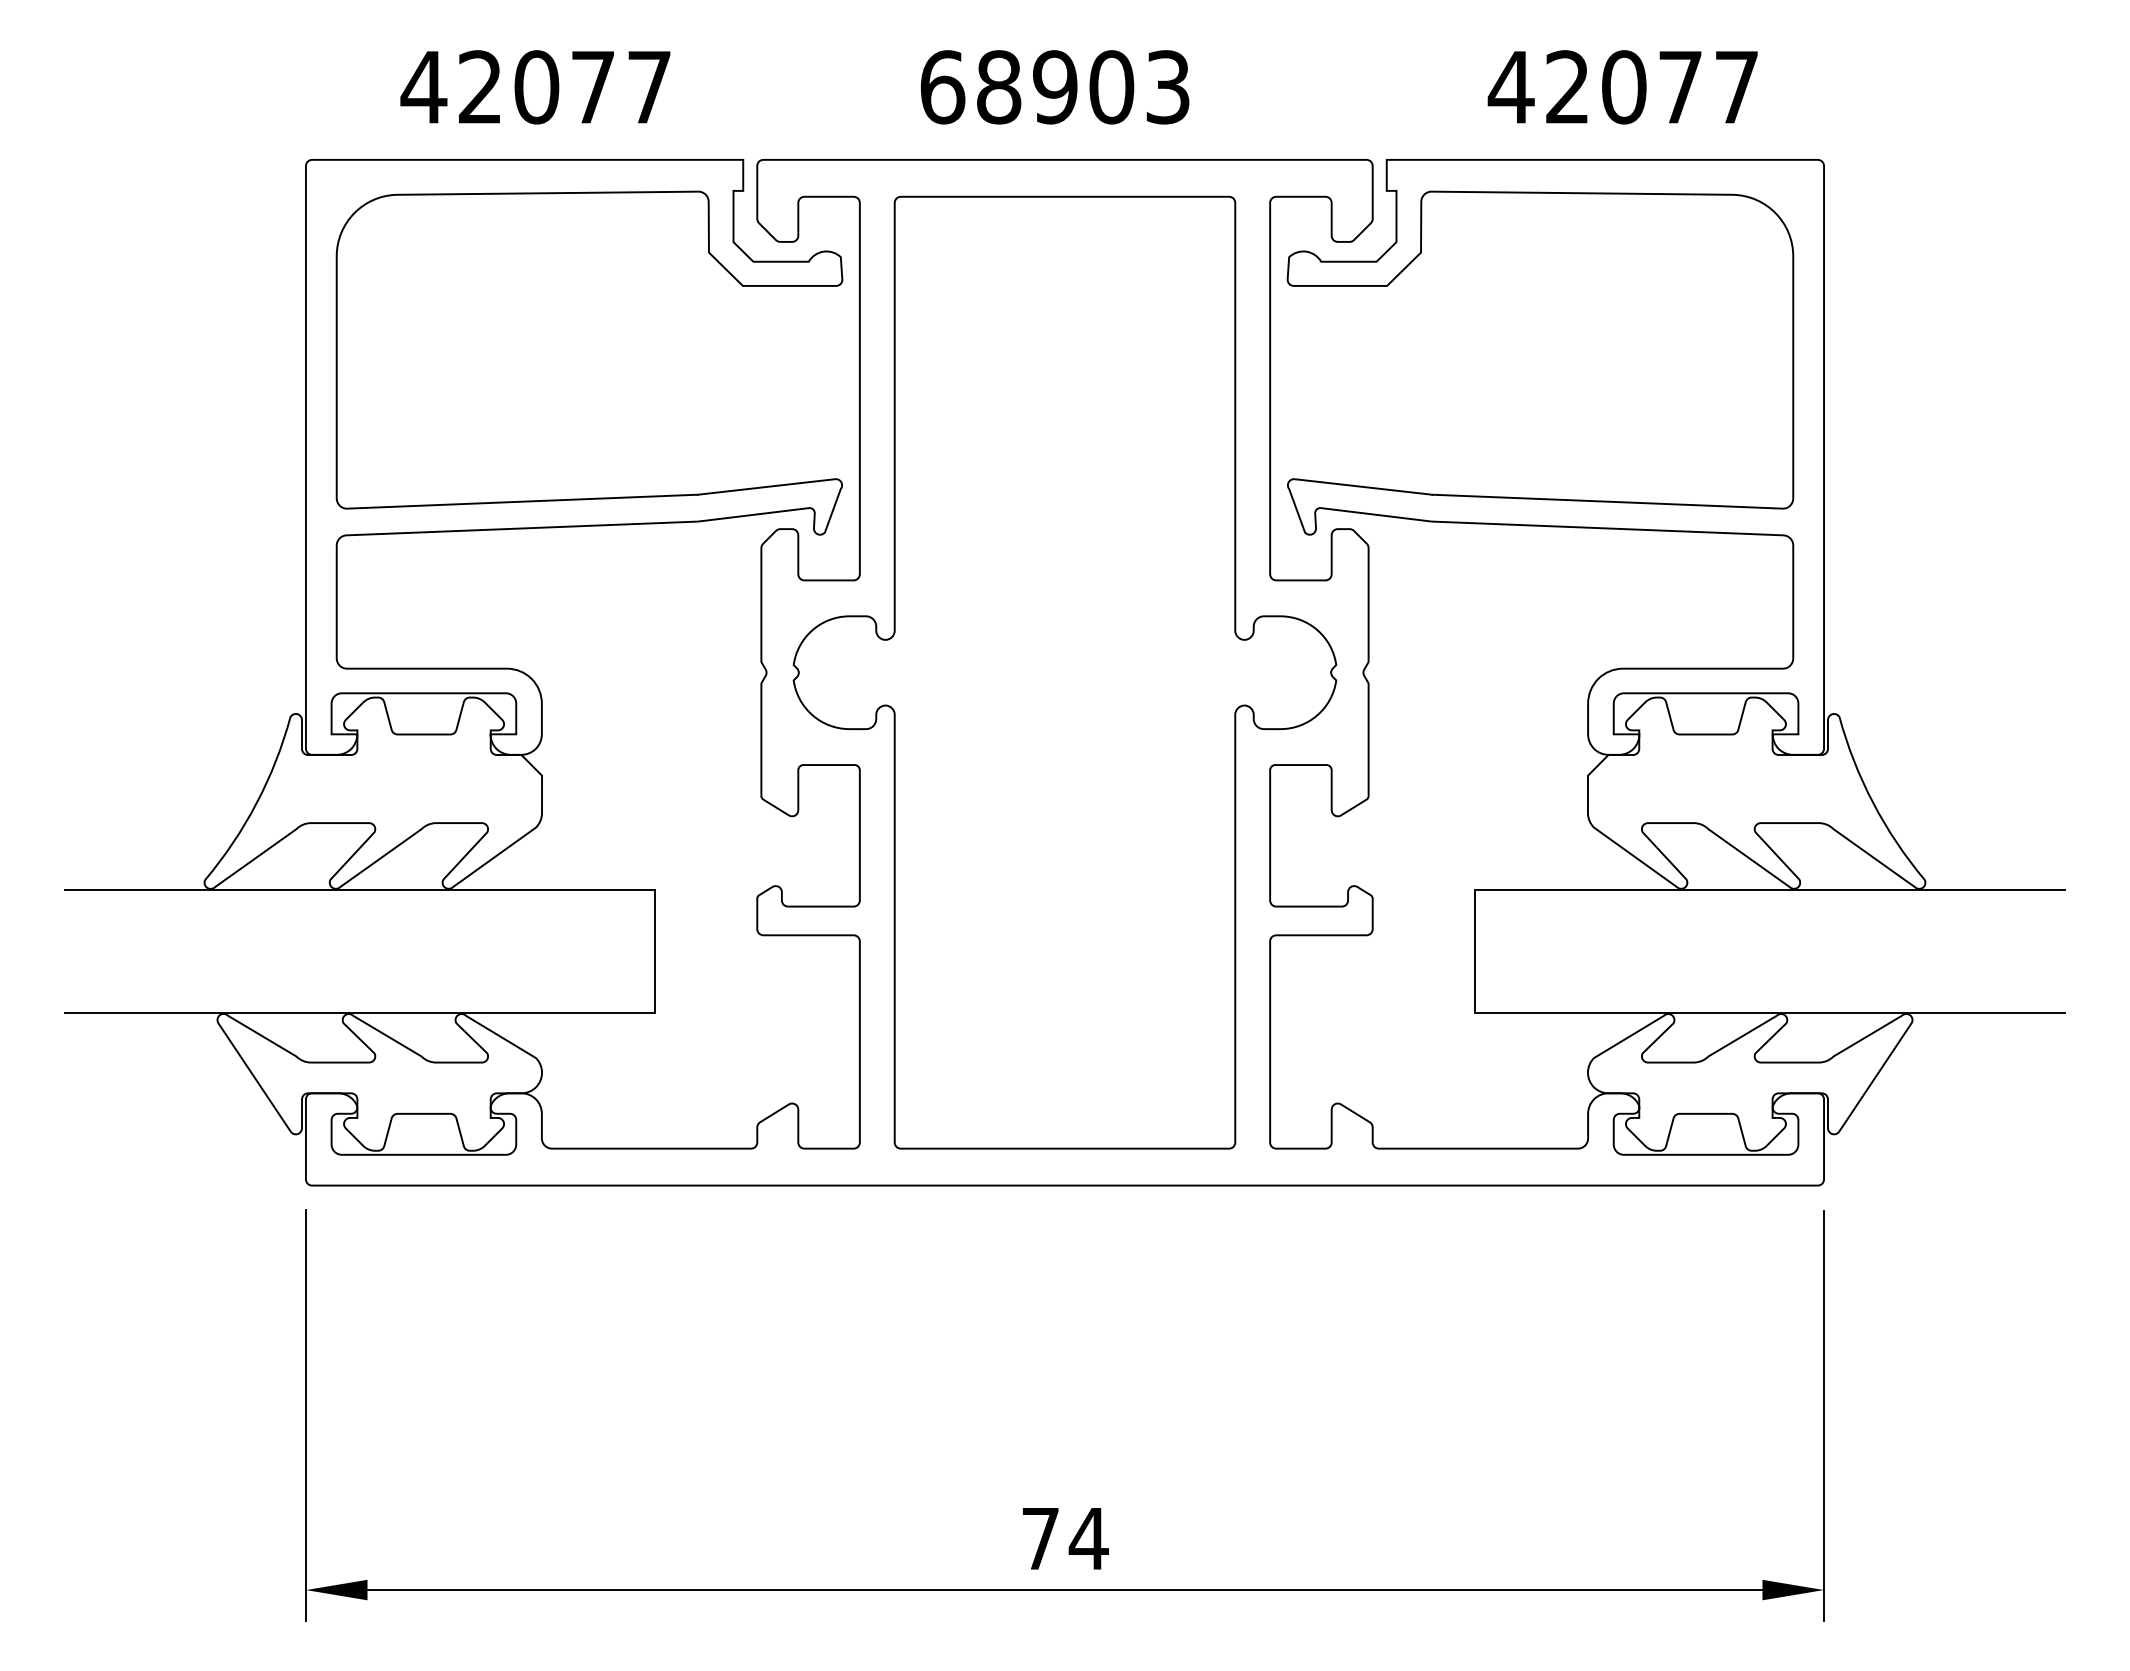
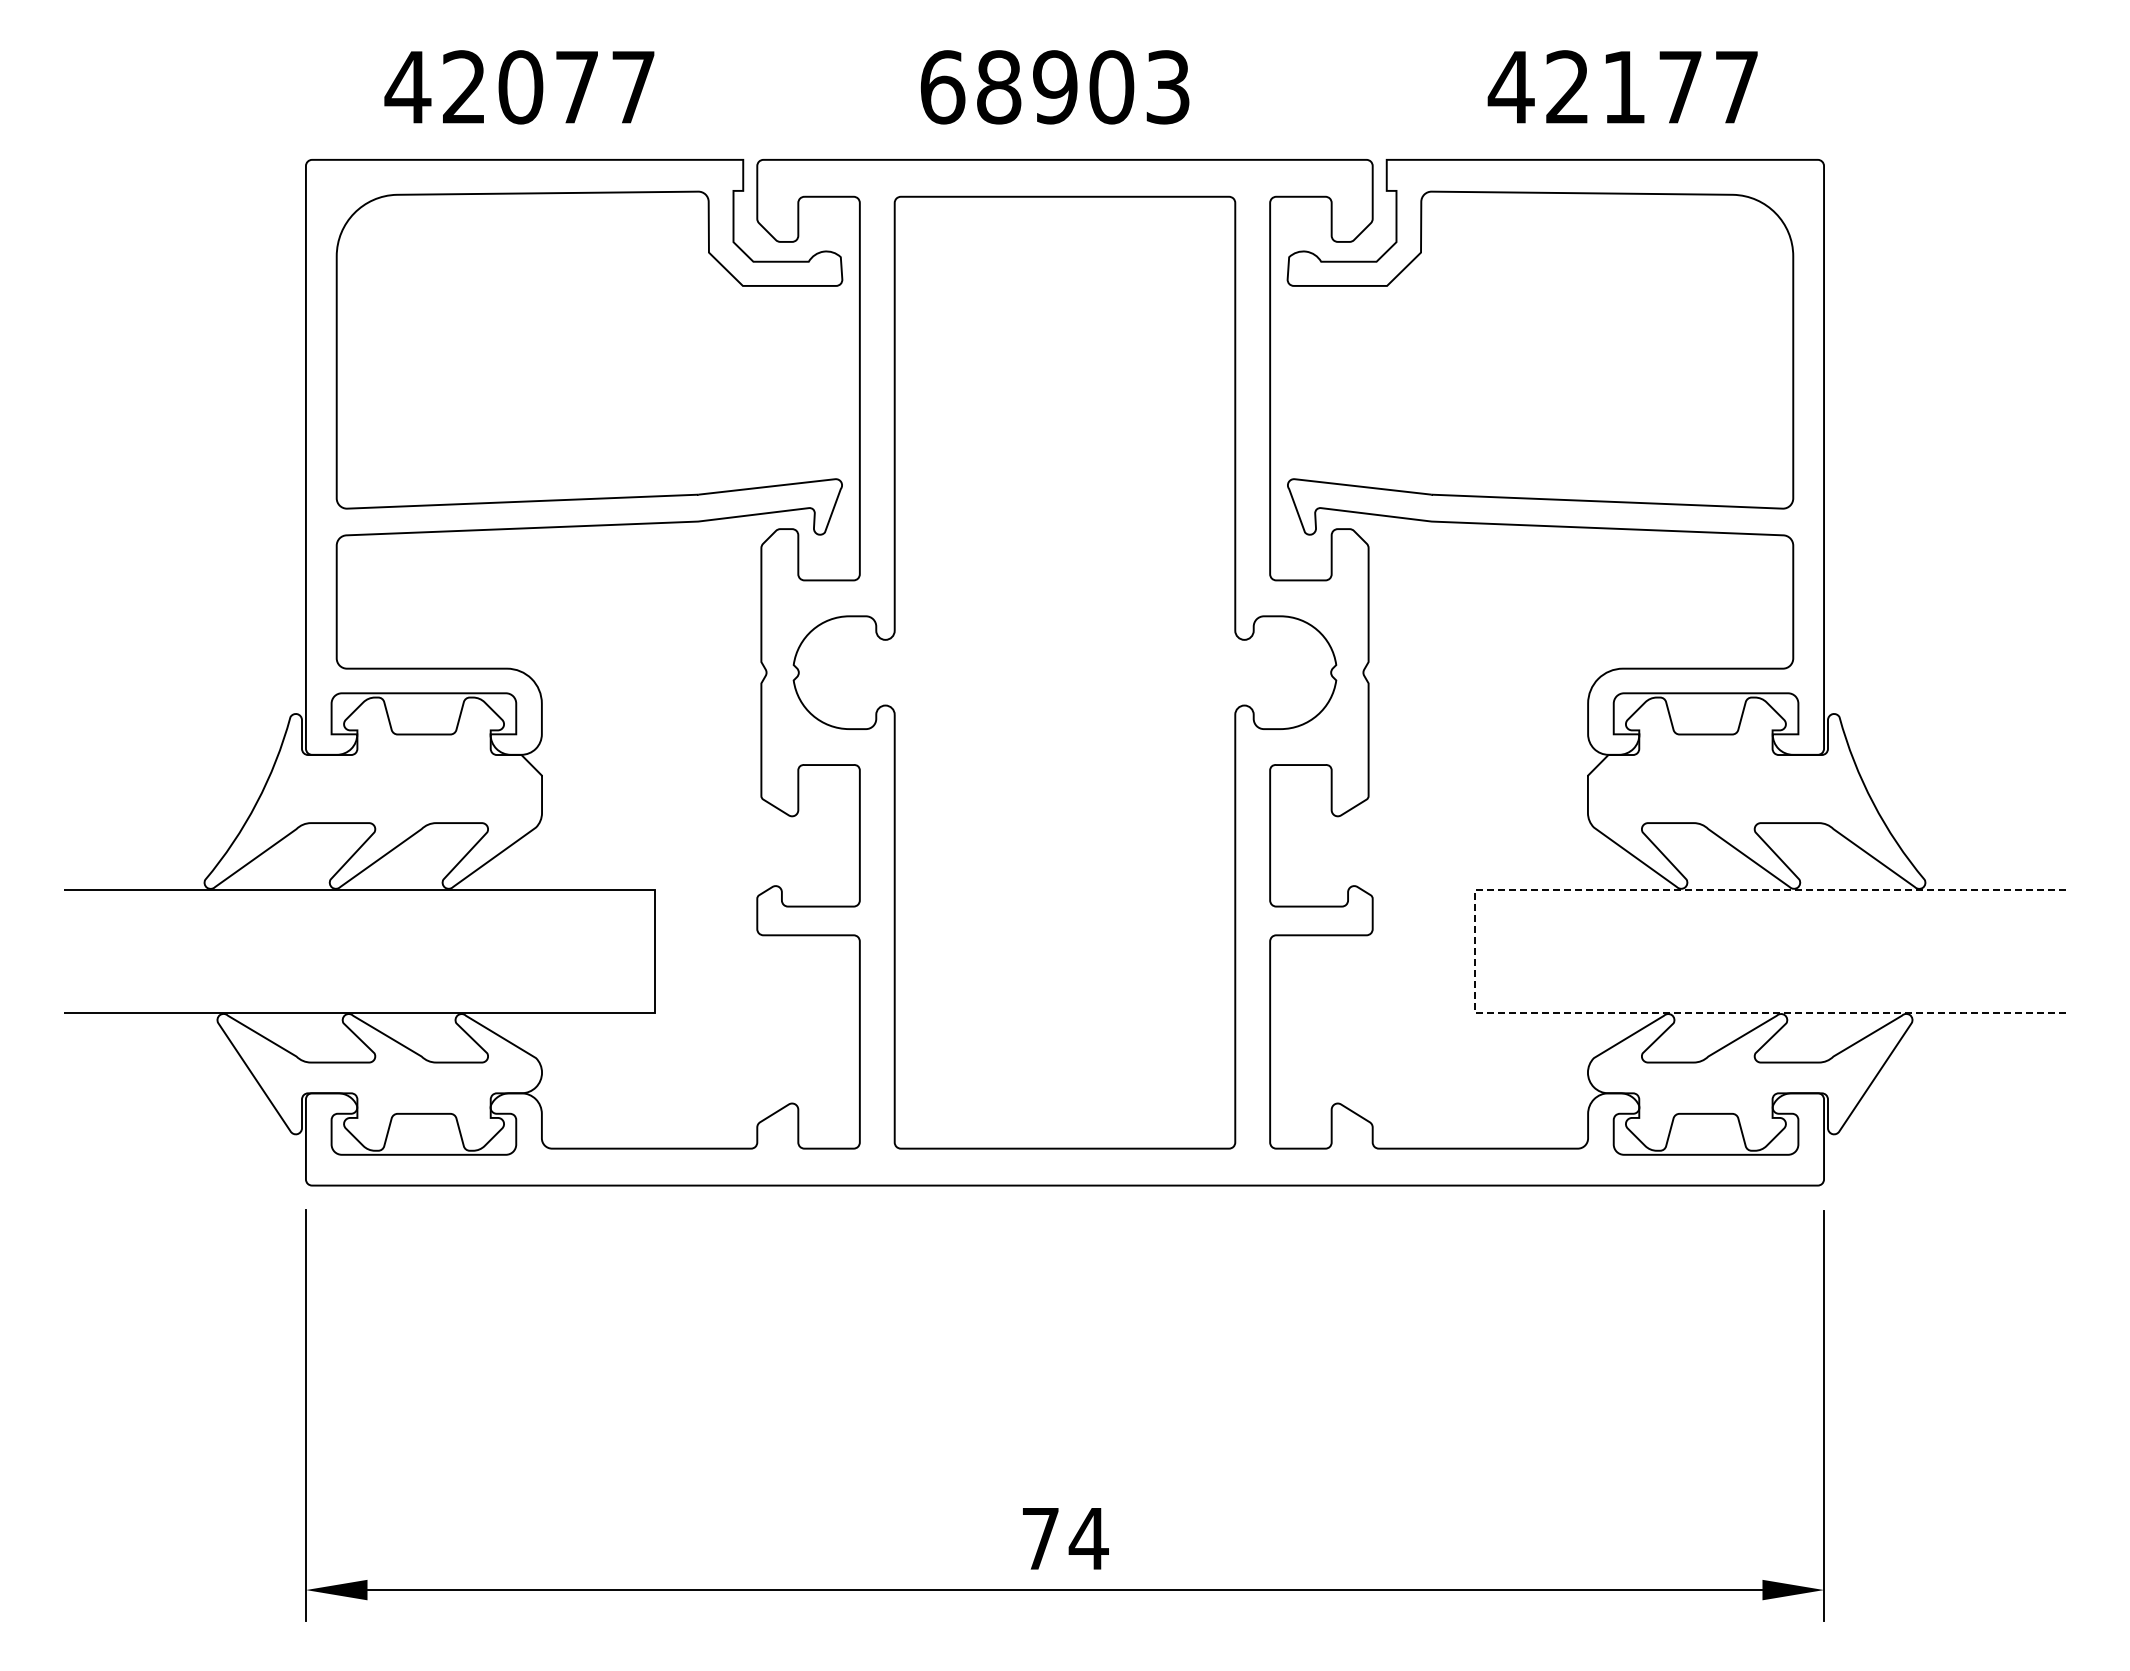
text at (535, 87) position: (535, 87) -> (519, 87)
text at (1624, 87): 42077 -> 42177
line at (1475, 951): solid -> dashed
